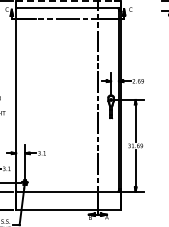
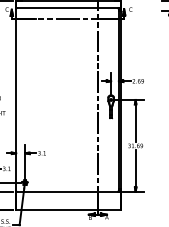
line at (69, 1): dashed -> solid
